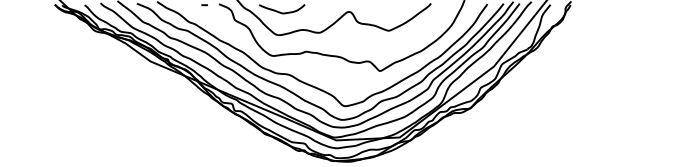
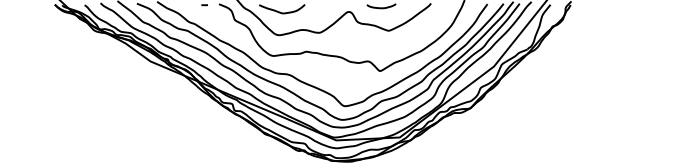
curve at (381, 7): none -> present
